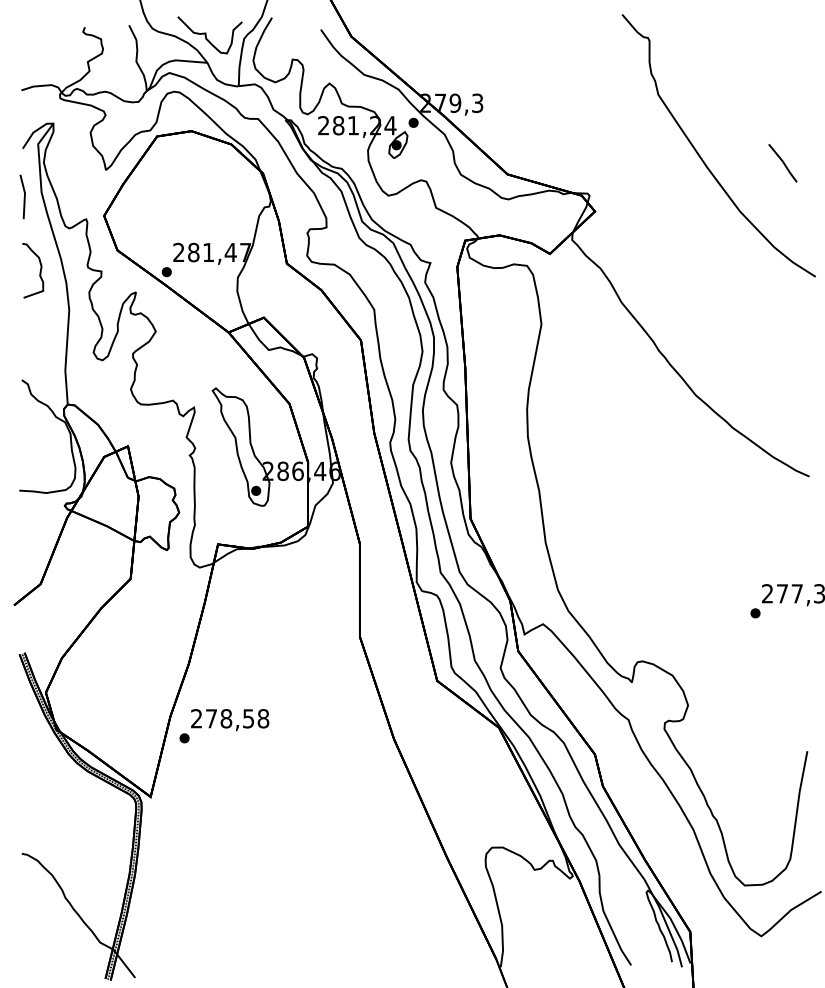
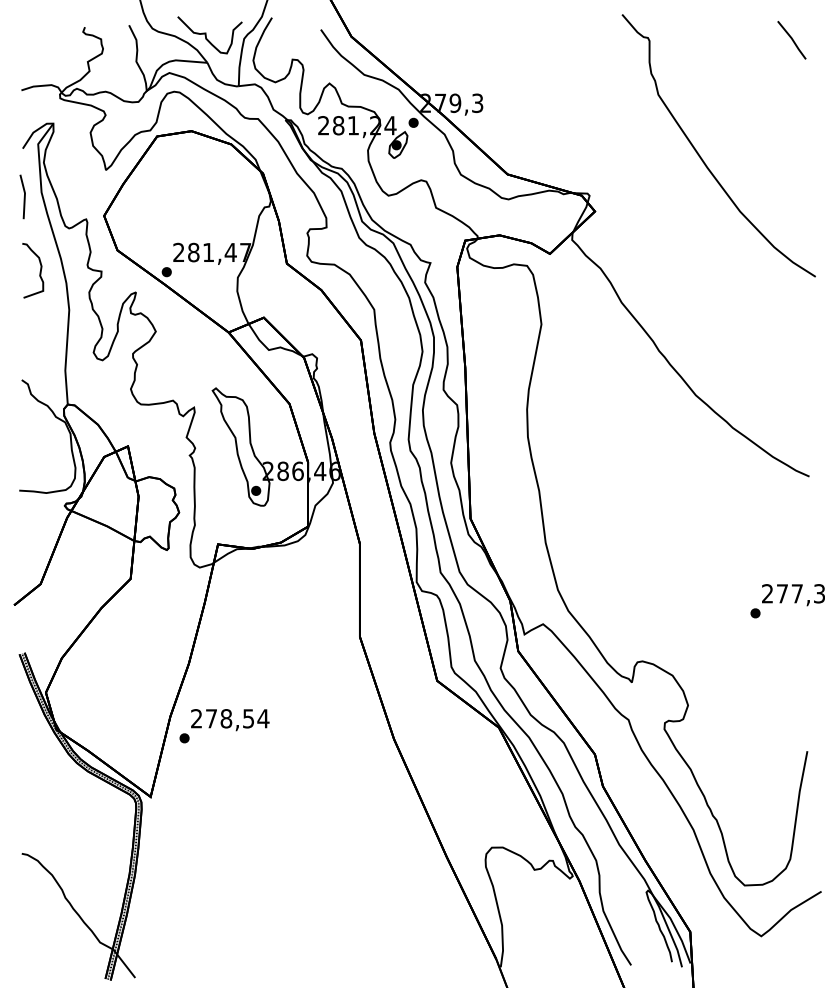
line at (782, 162) position: (782, 162) -> (791, 39)
text at (263, 718): 278,58 -> 278,54
